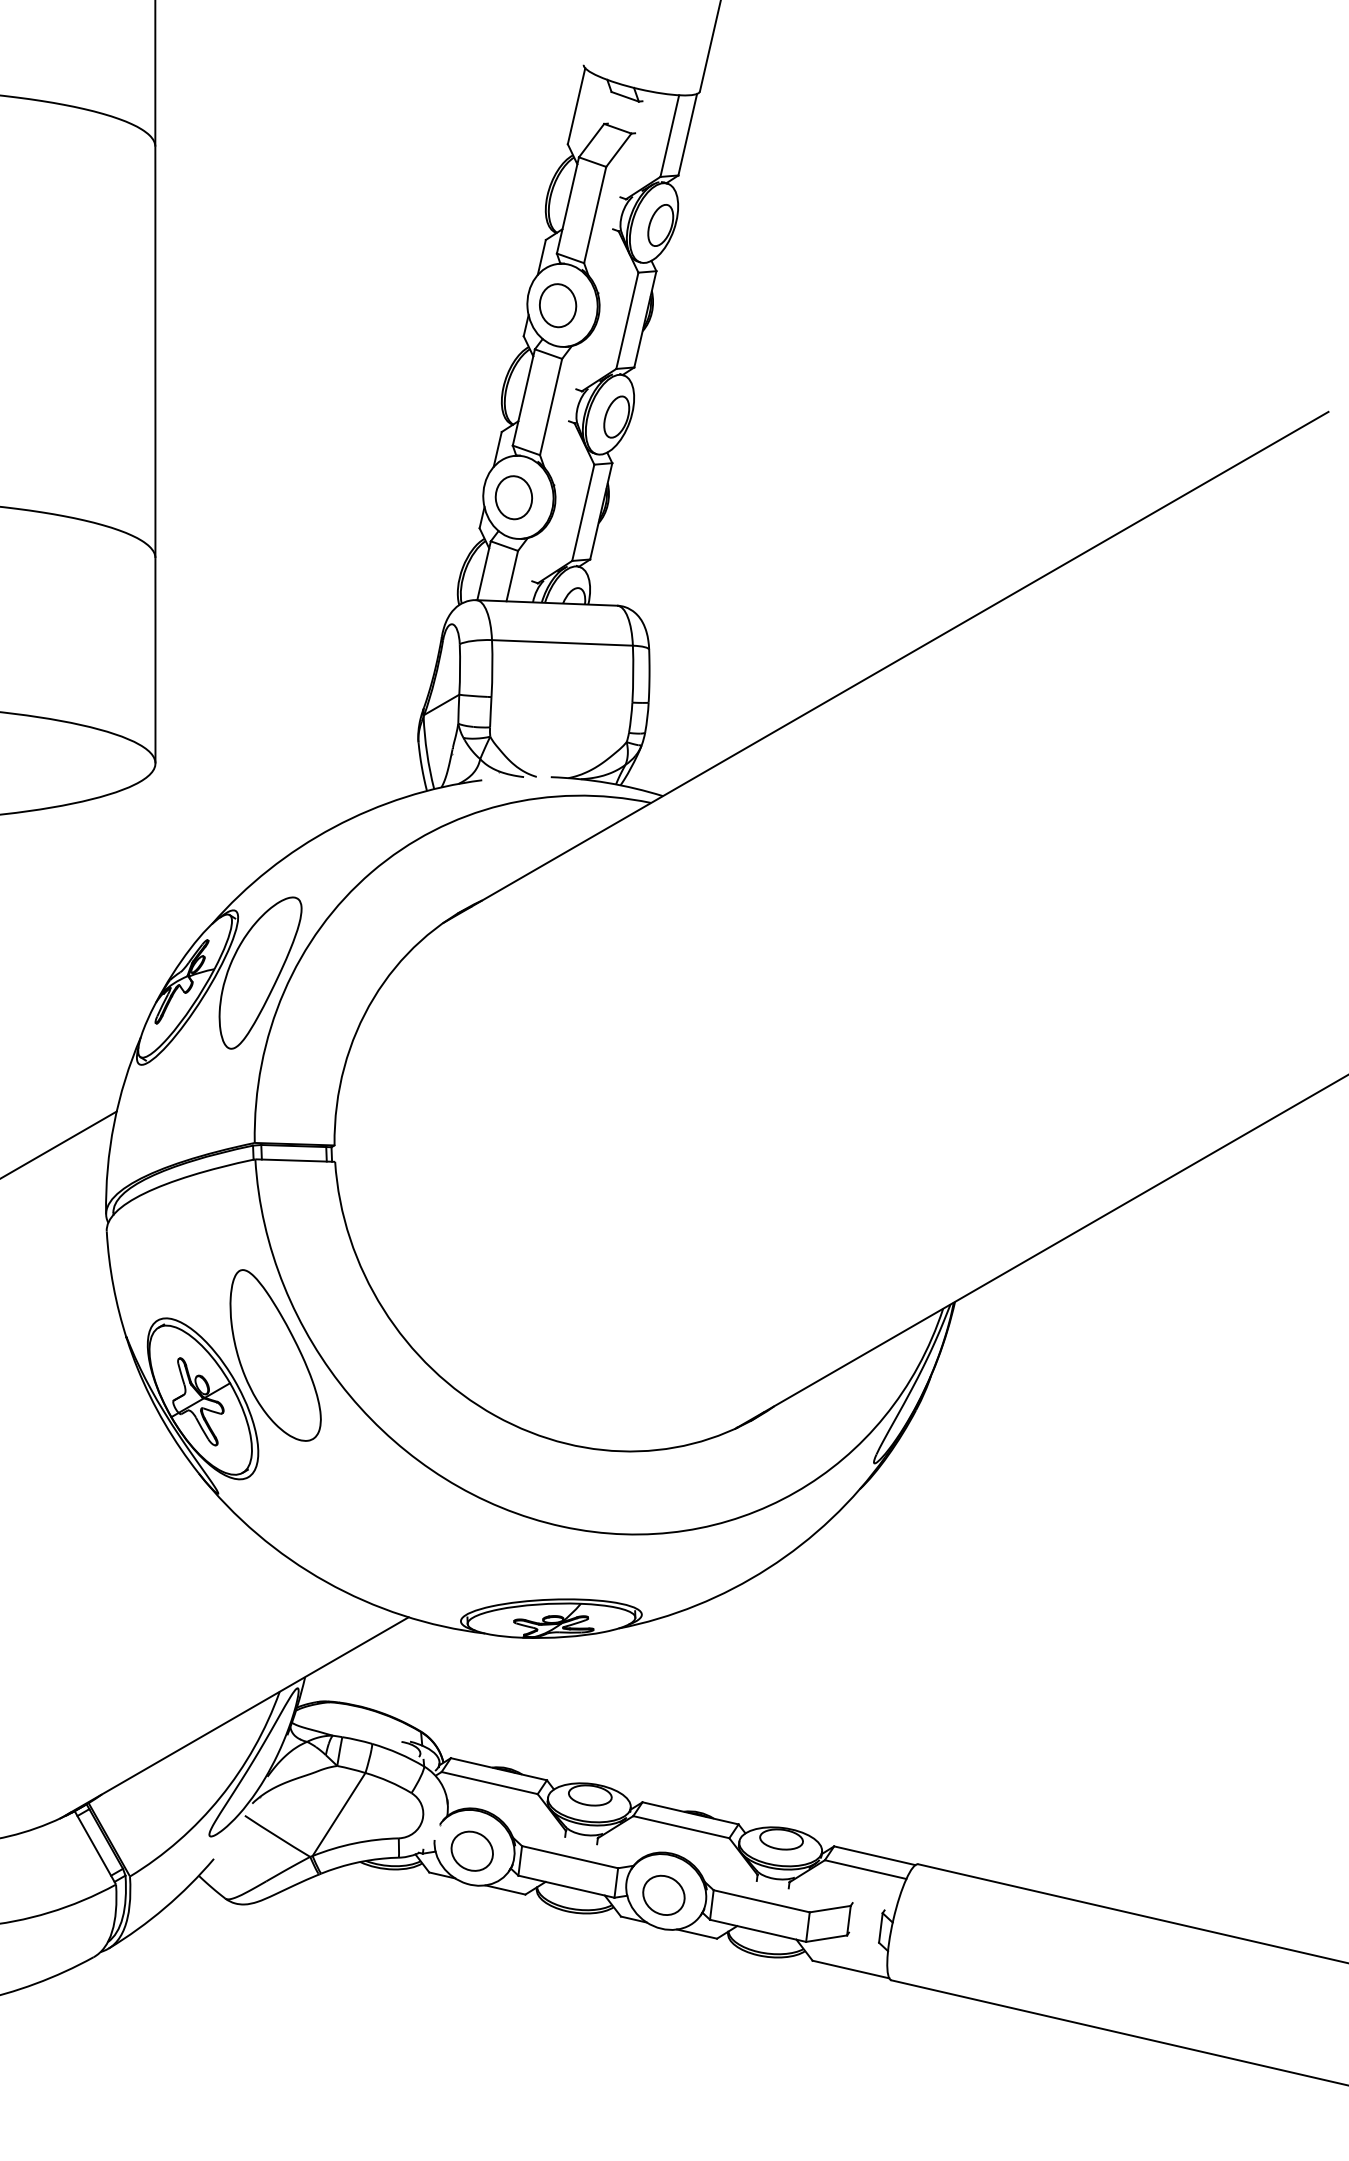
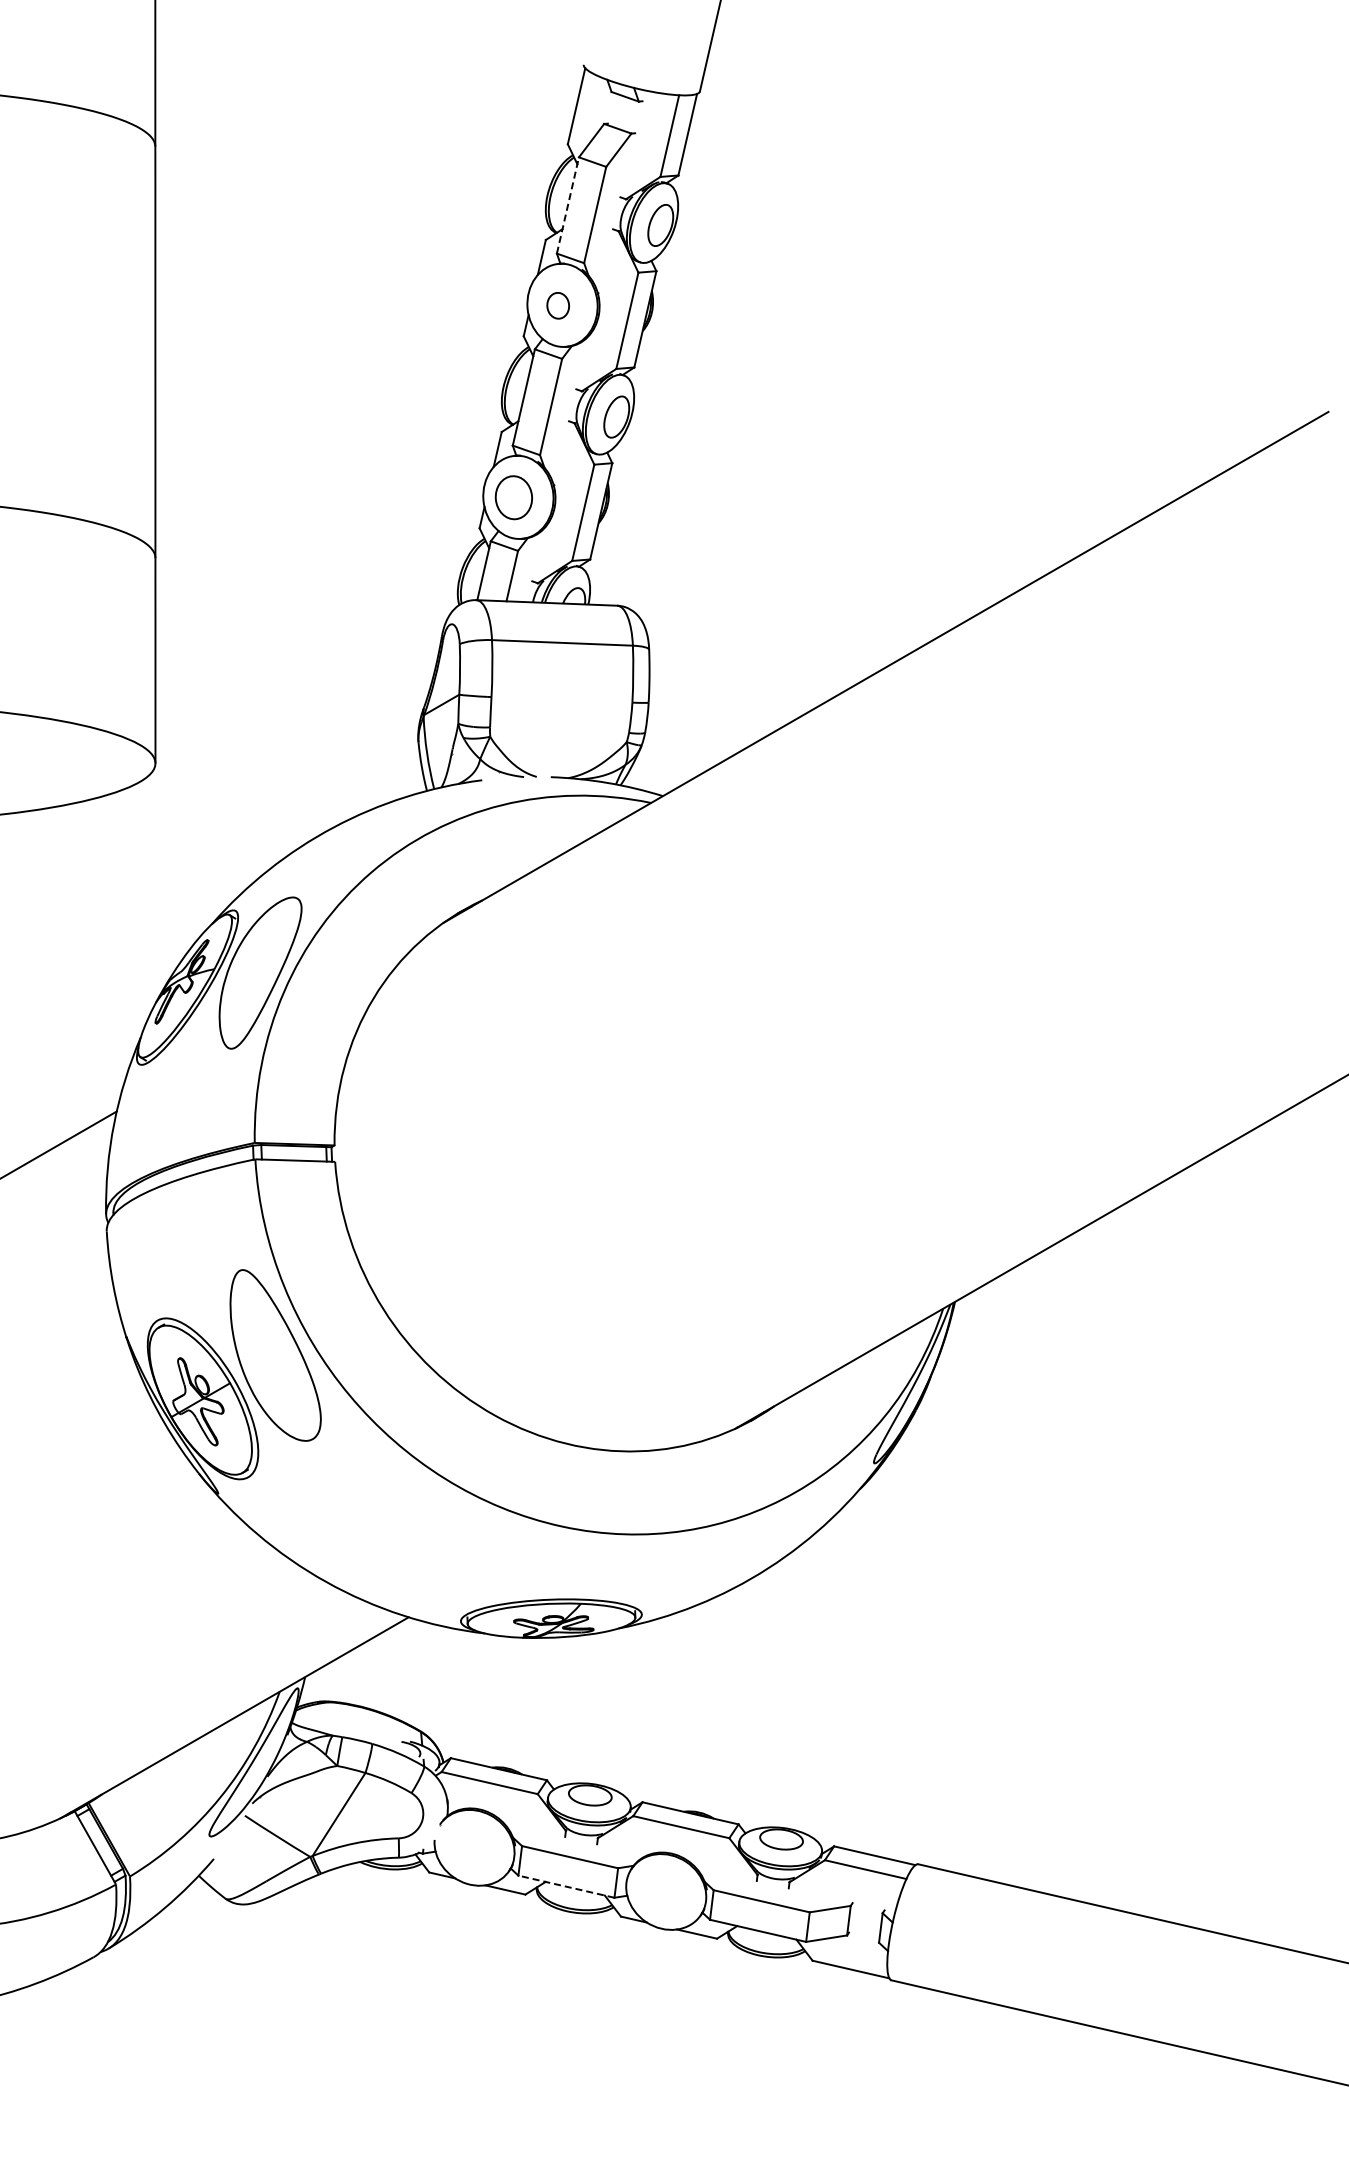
line at (568, 204): solid -> dashed
part at (558, 305) size: 39x46 px -> 24x28 px
part at (471, 1850): present -> none
line at (565, 1886): solid -> dashed
part at (663, 1894): present -> none
